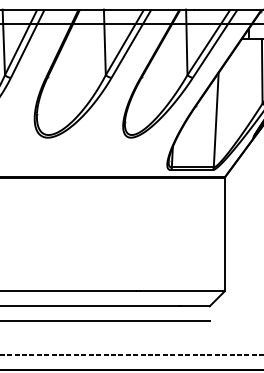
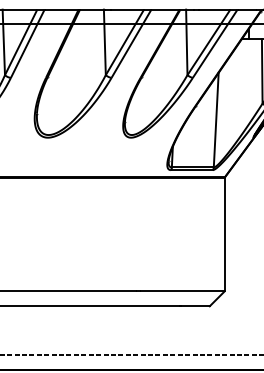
line at (105, 321): present -> none
